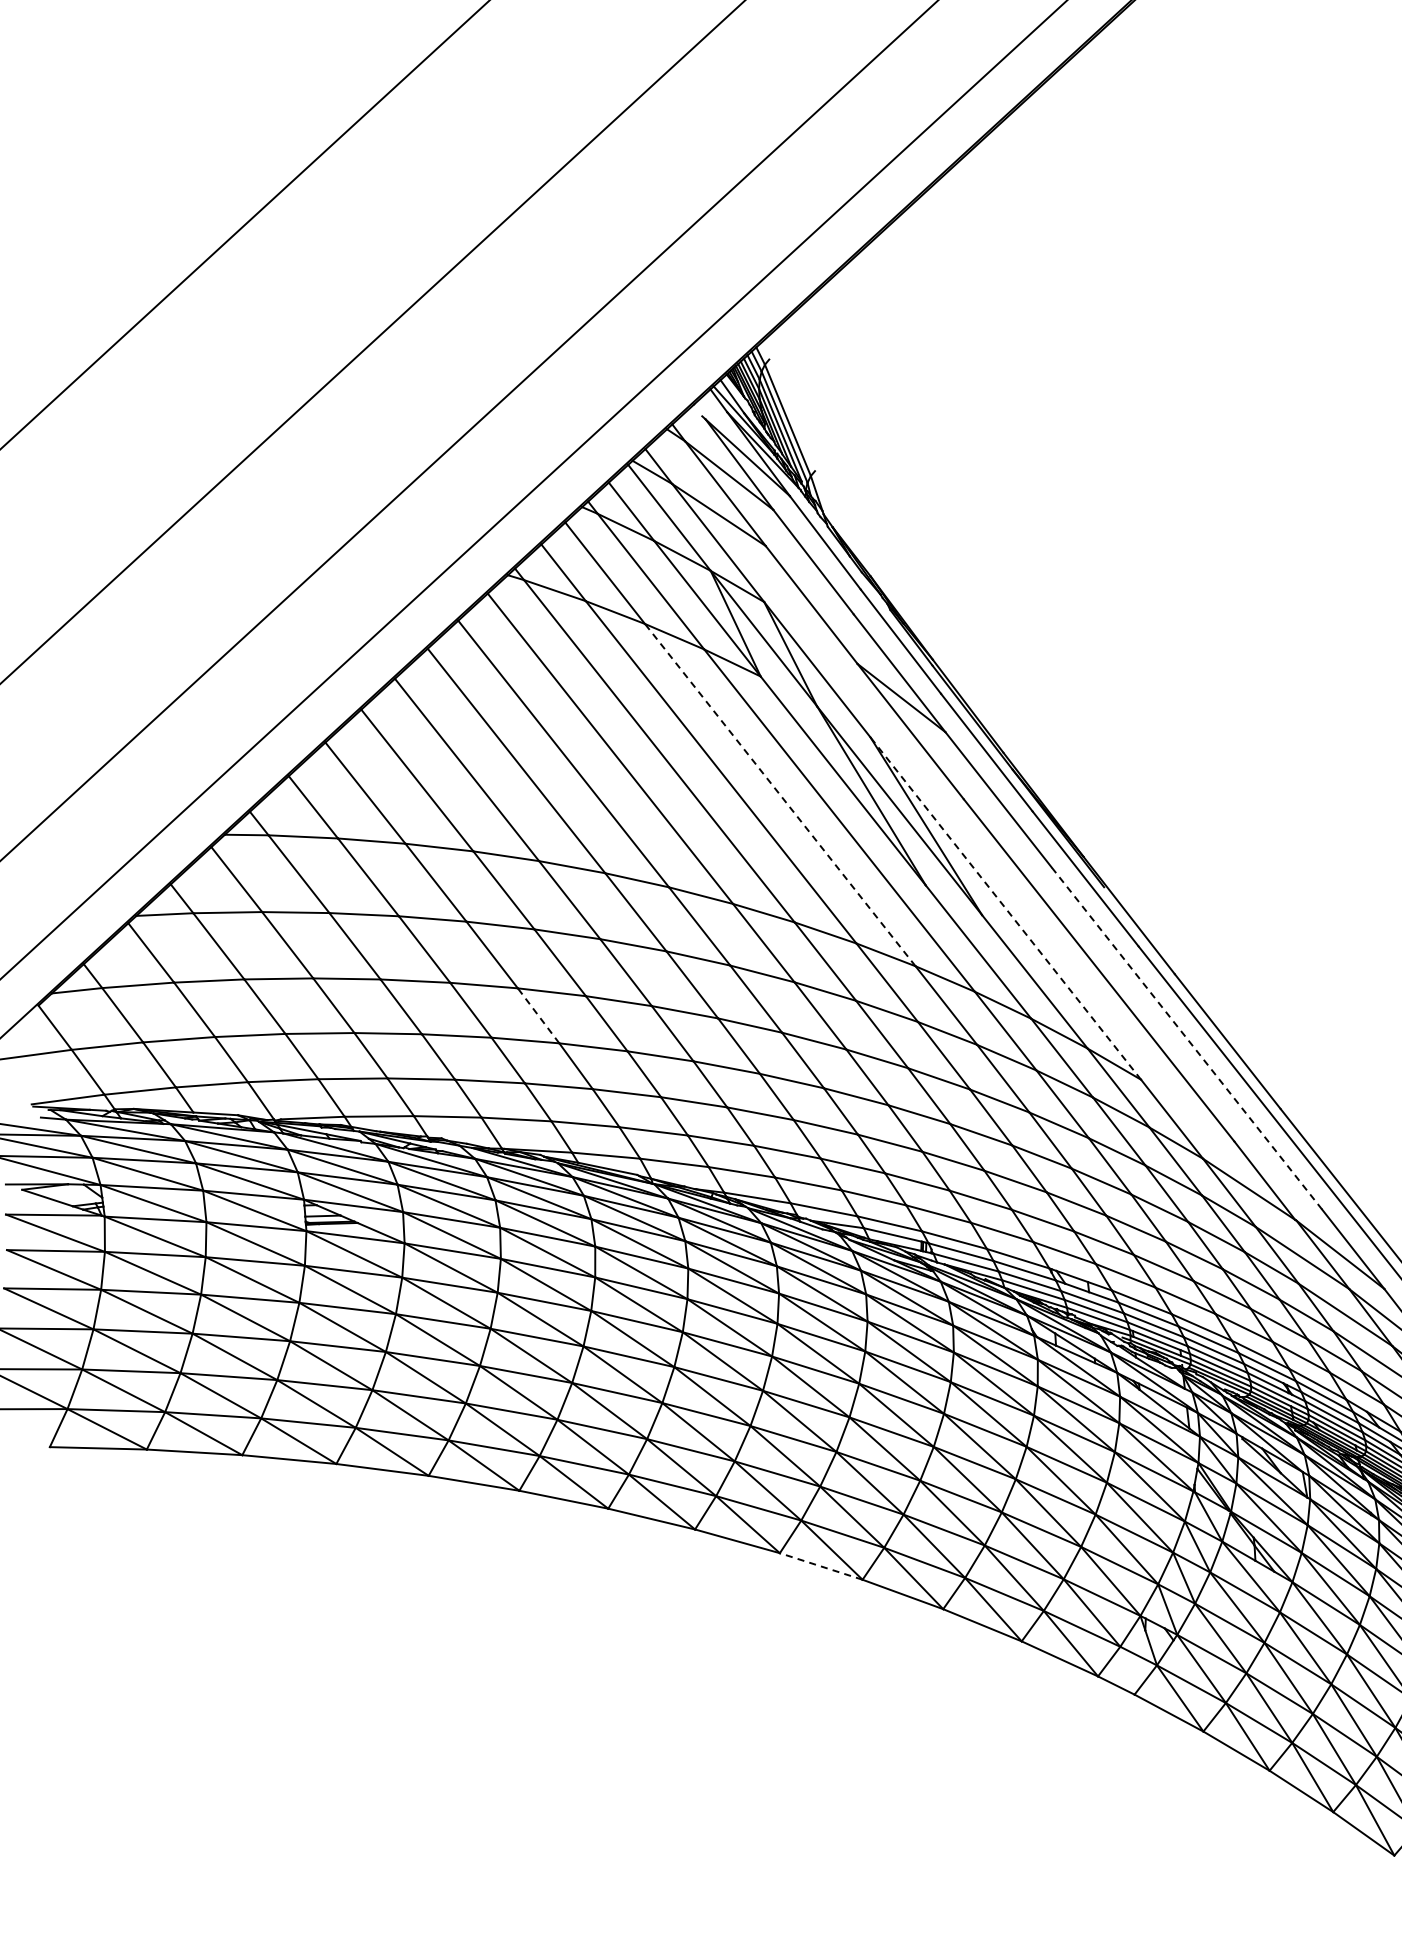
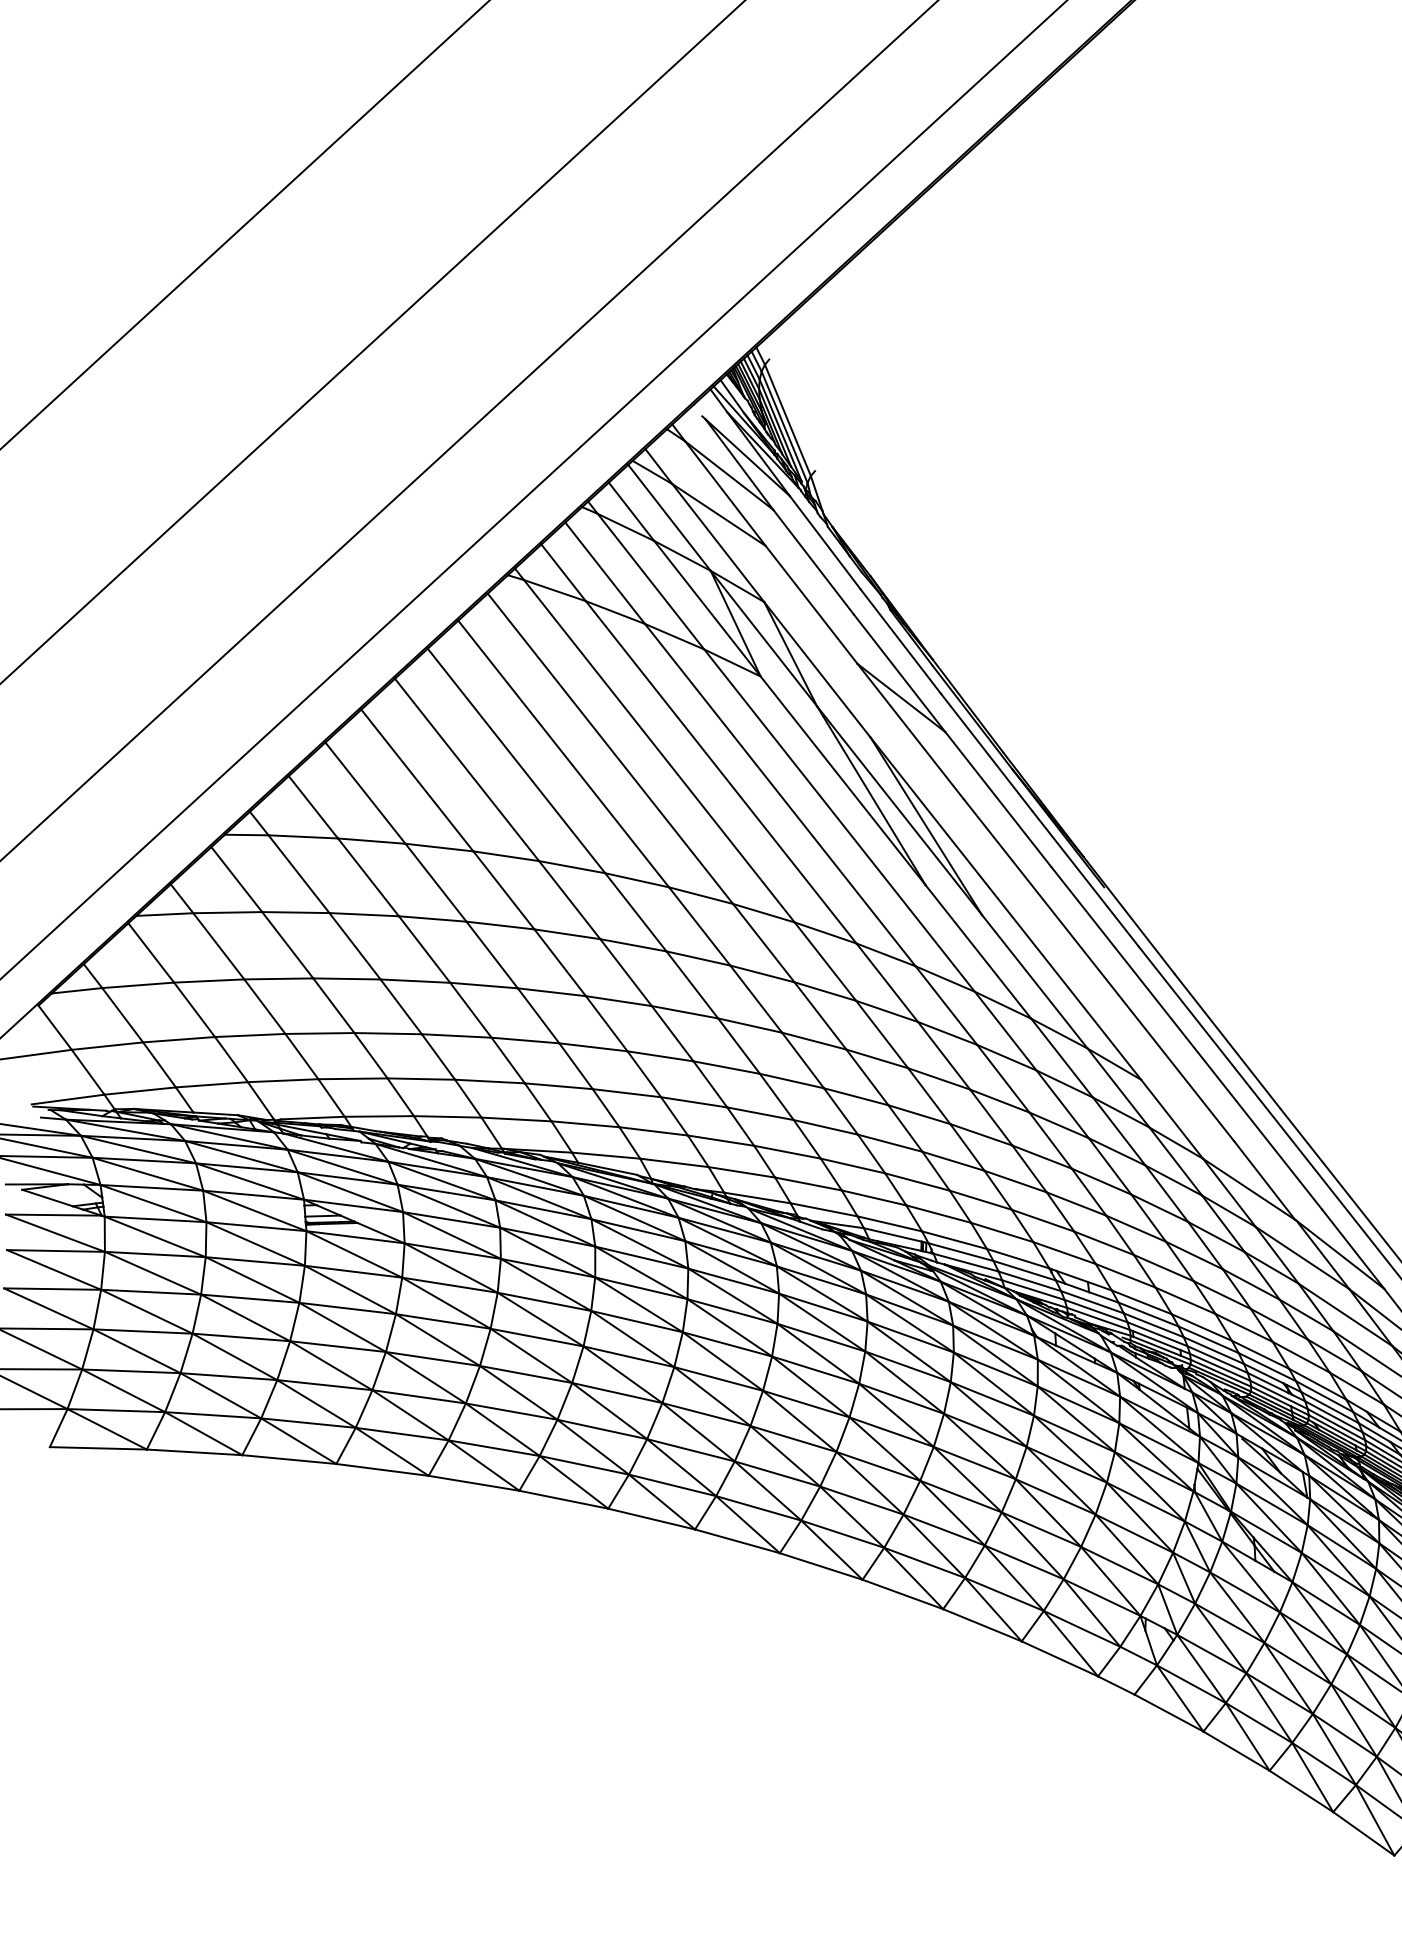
line at (779, 794): dashed -> solid
line at (1005, 908): dashed -> solid
line at (538, 1015): dashed -> solid
line at (1186, 1038): dashed -> solid
line at (820, 1566): dashed -> solid
